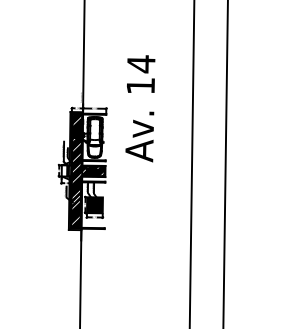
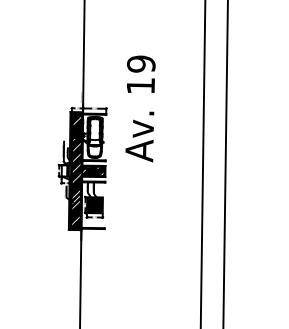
text at (141, 64): 14 -> 19
line at (191, 163) position: (191, 163) -> (202, 163)
